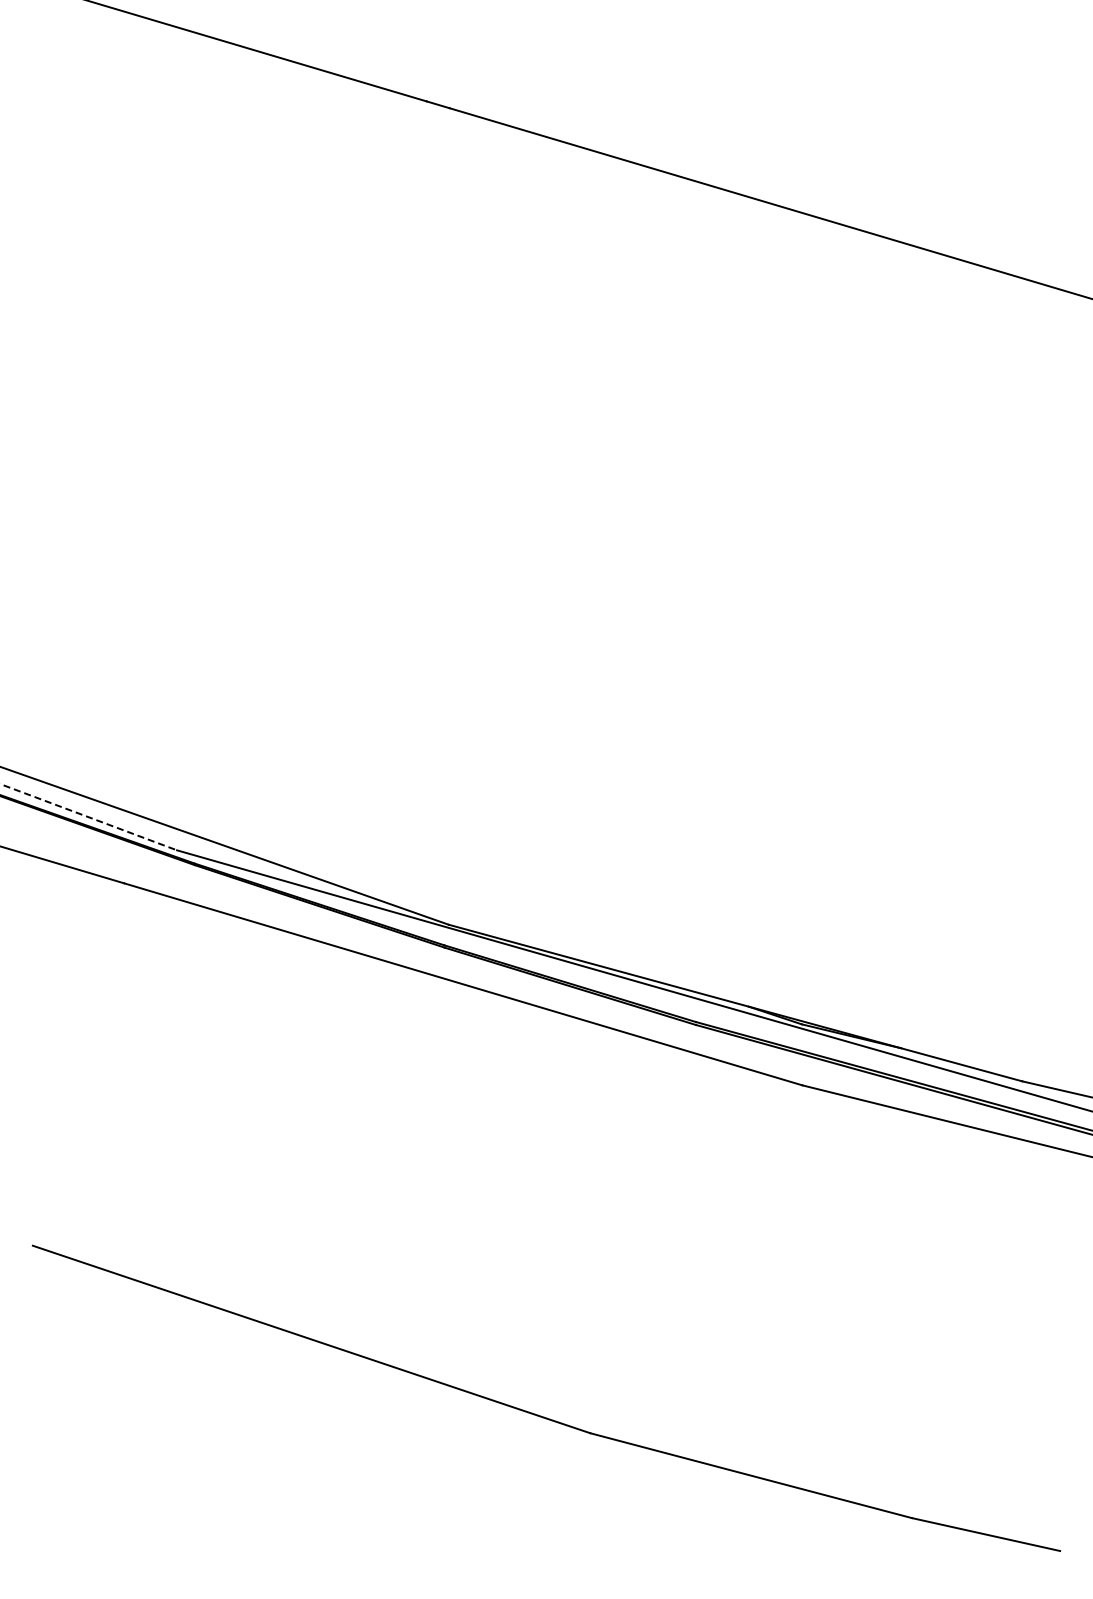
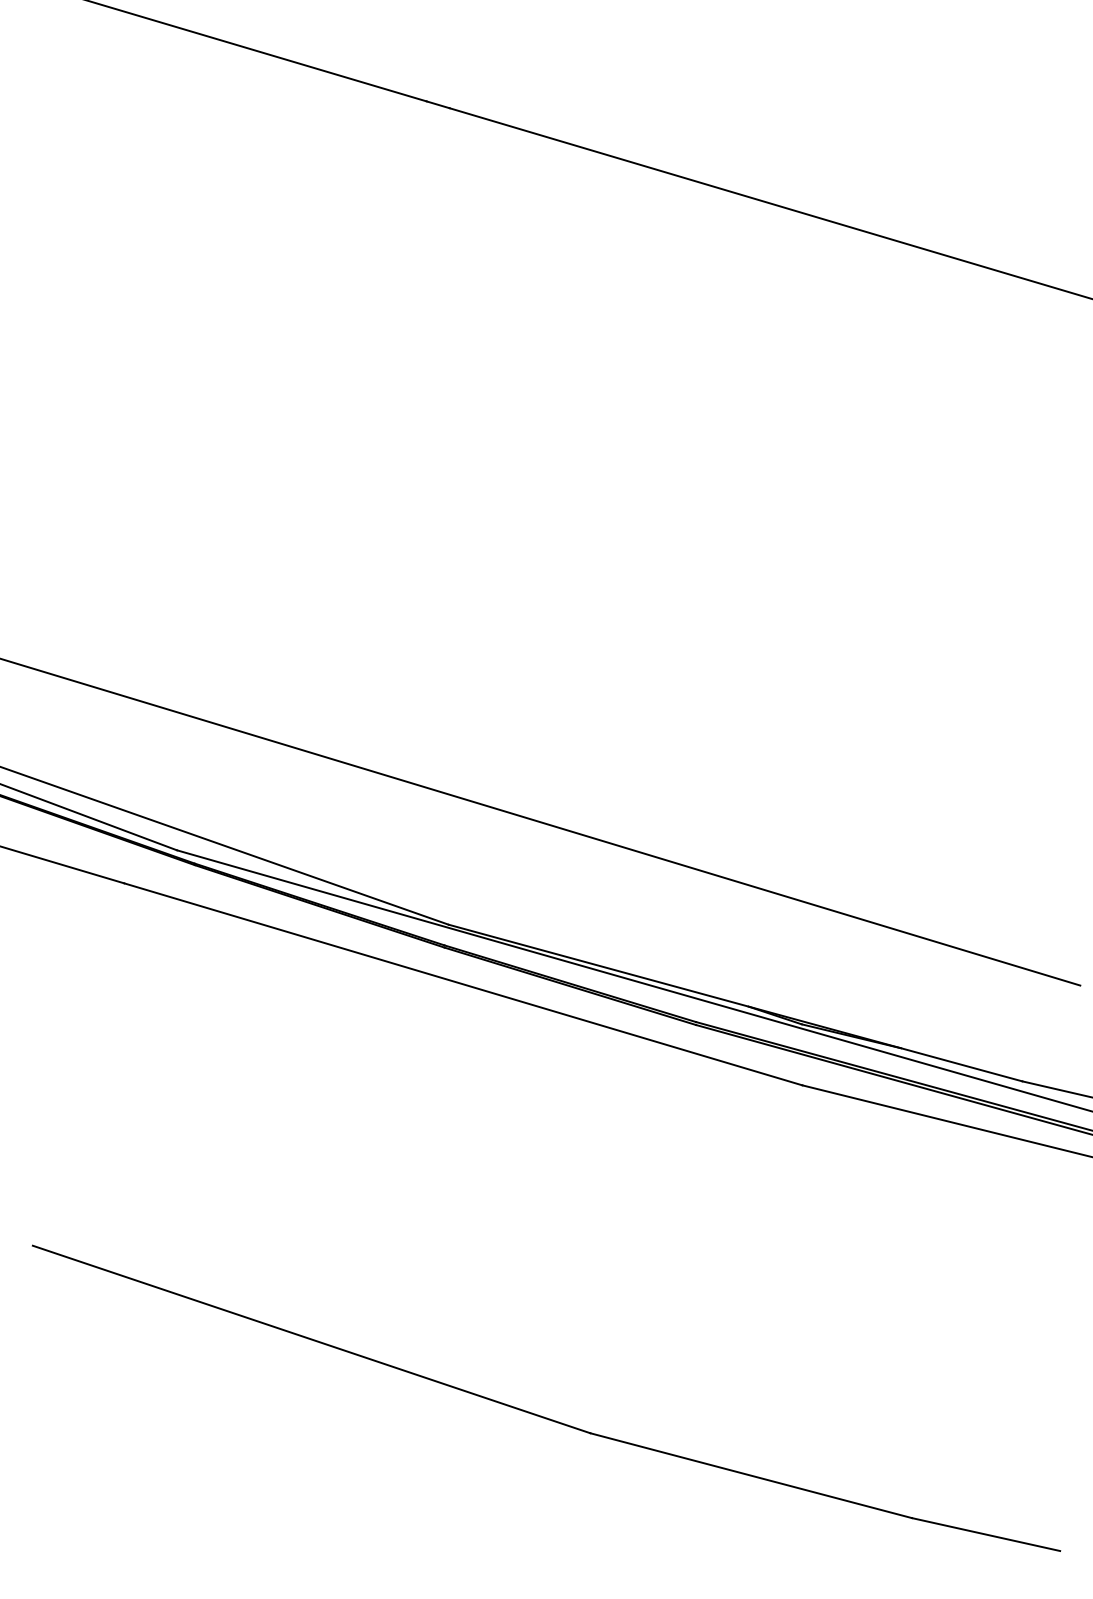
line at (89, 817): dashed -> solid
line at (541, 822): none -> present
